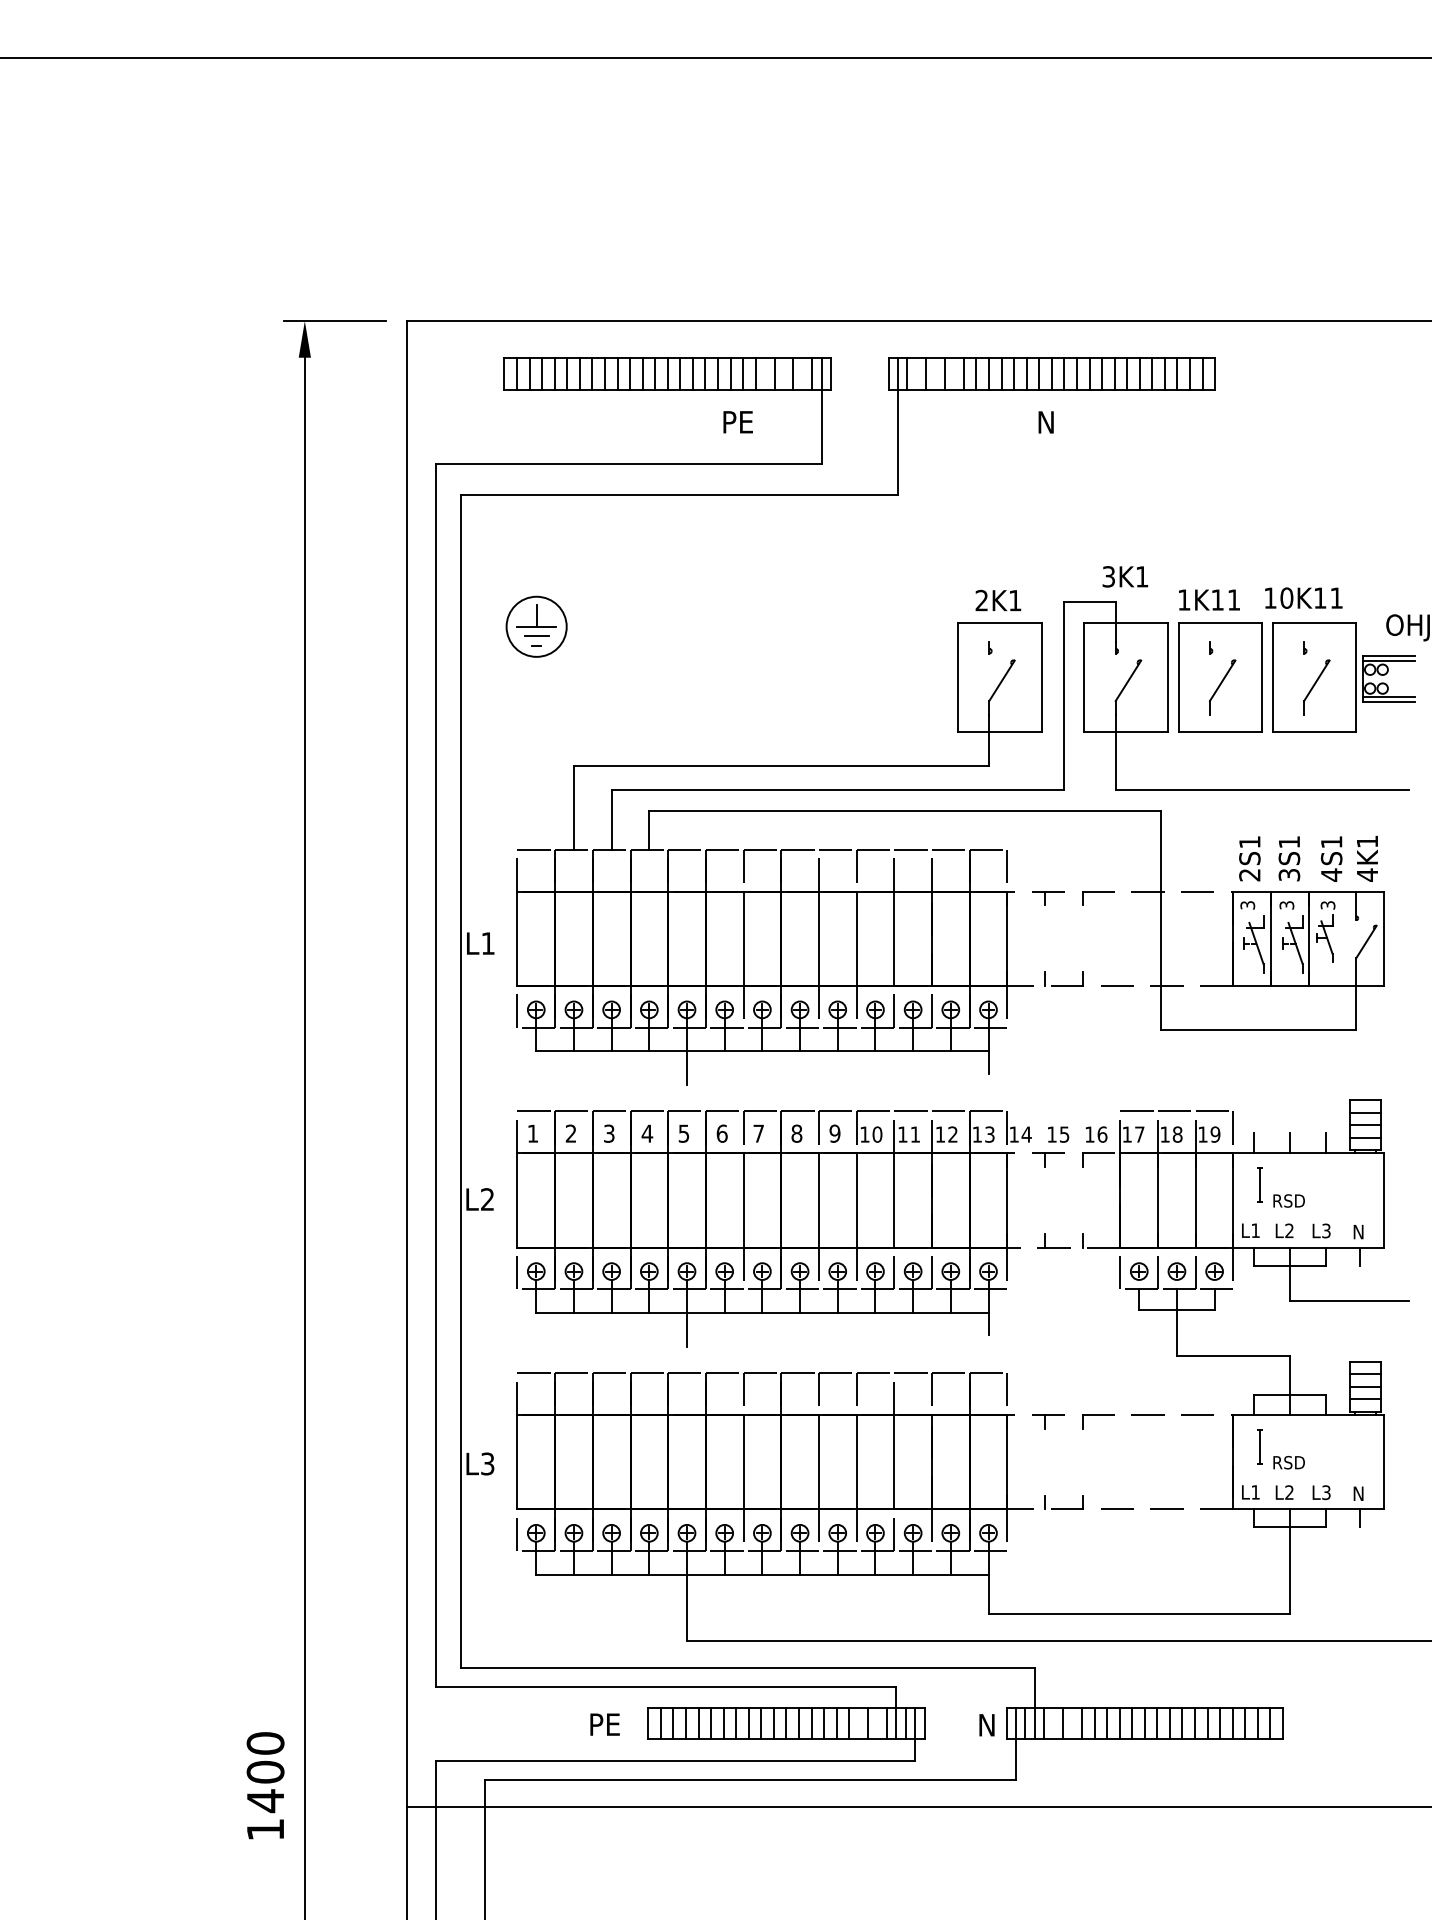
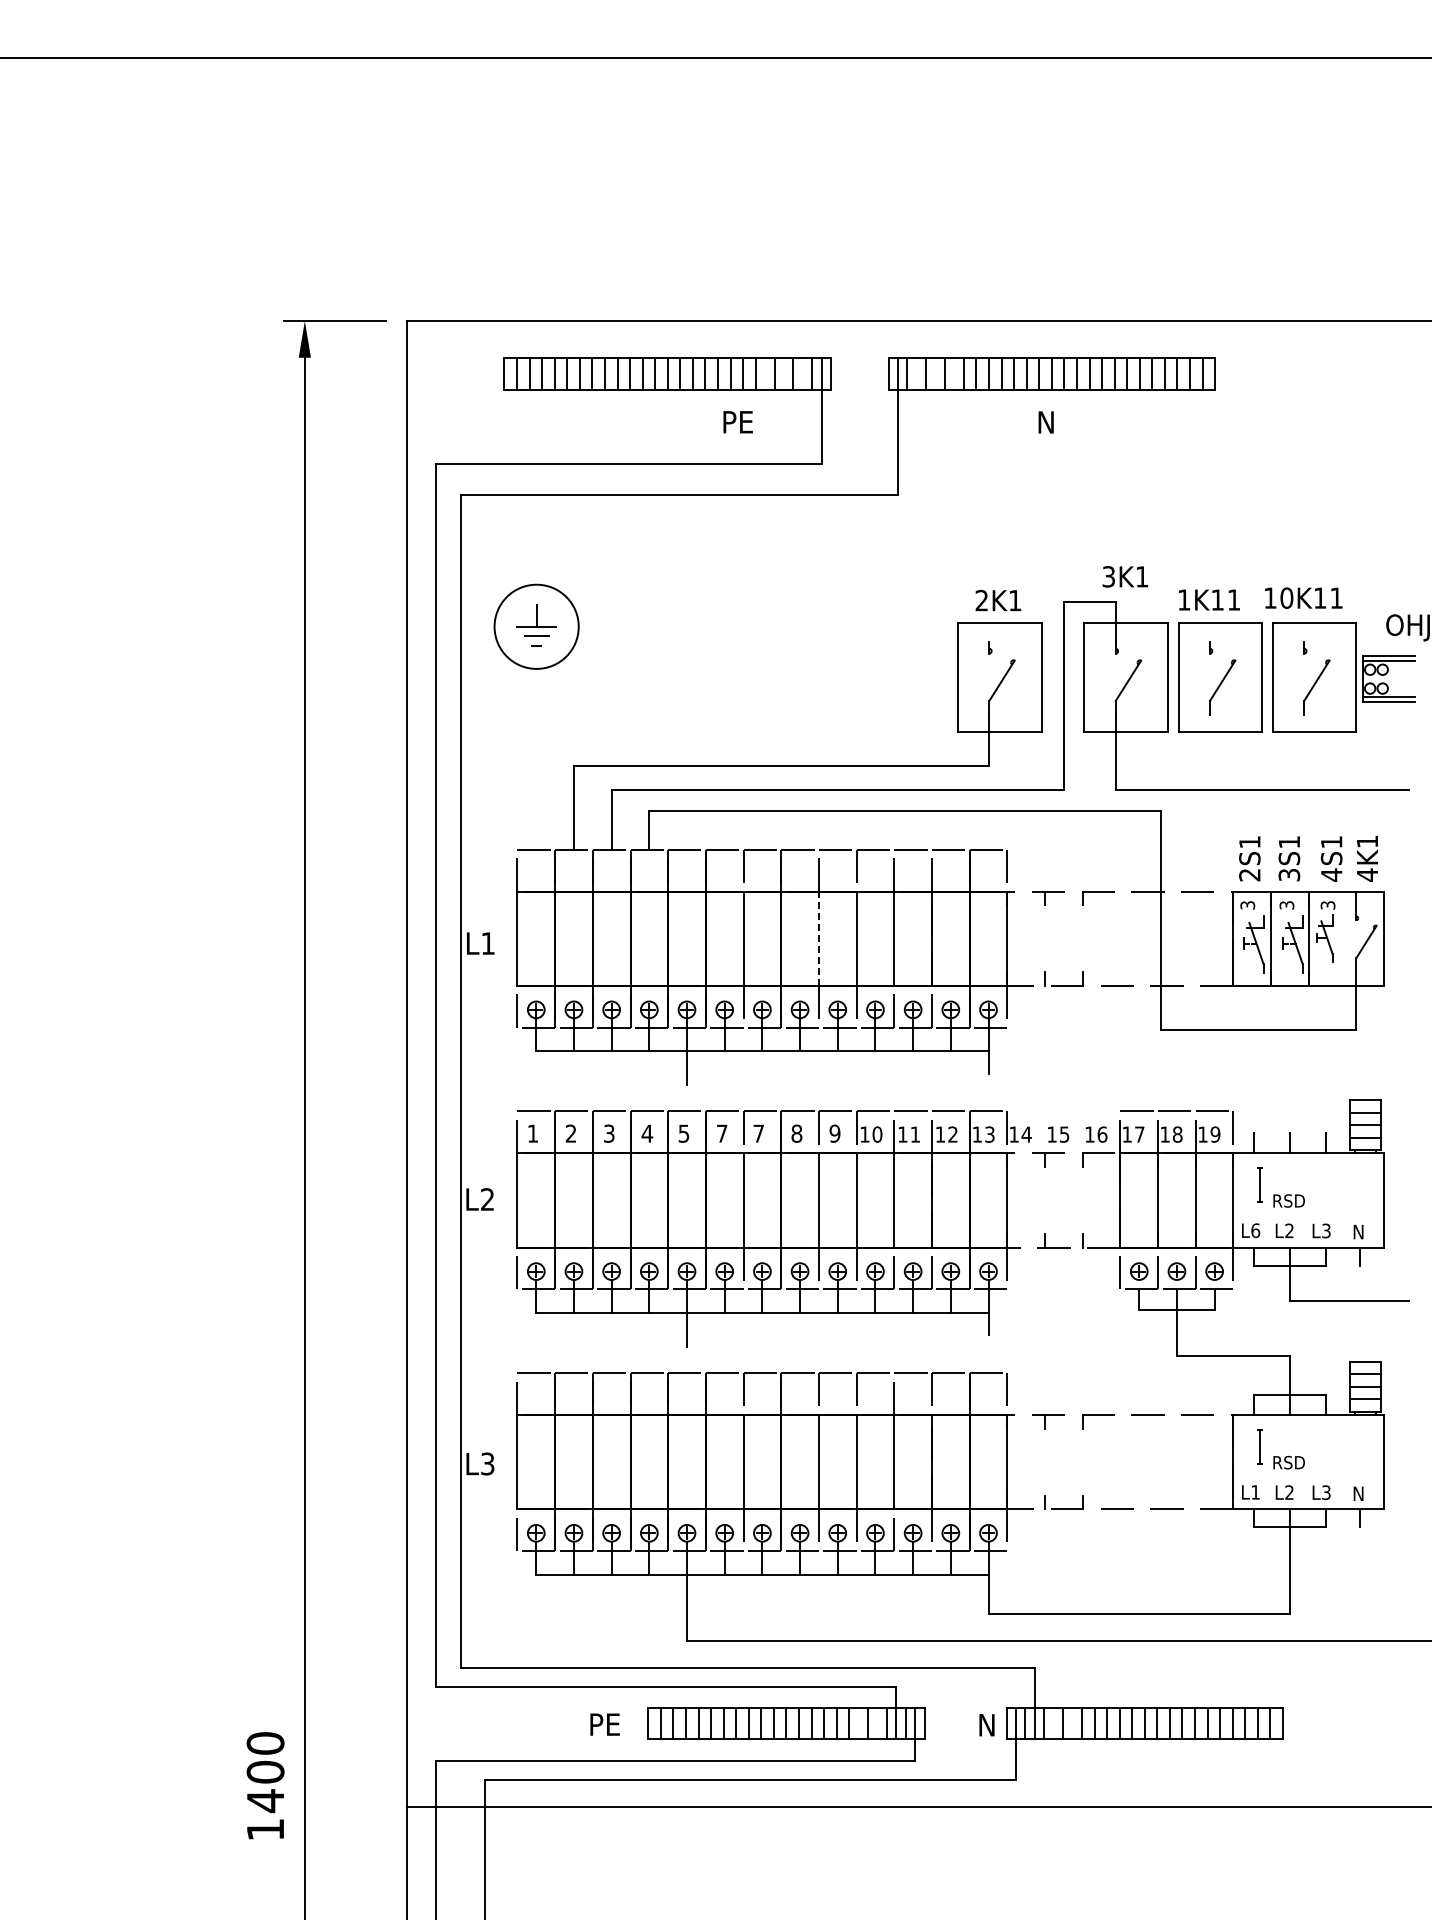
circle at (536, 626) diameter: 60 px -> 84 px
line at (818, 938): solid -> dashed
text at (721, 1133): 6 -> 7
text at (1255, 1230): L1 -> L6
